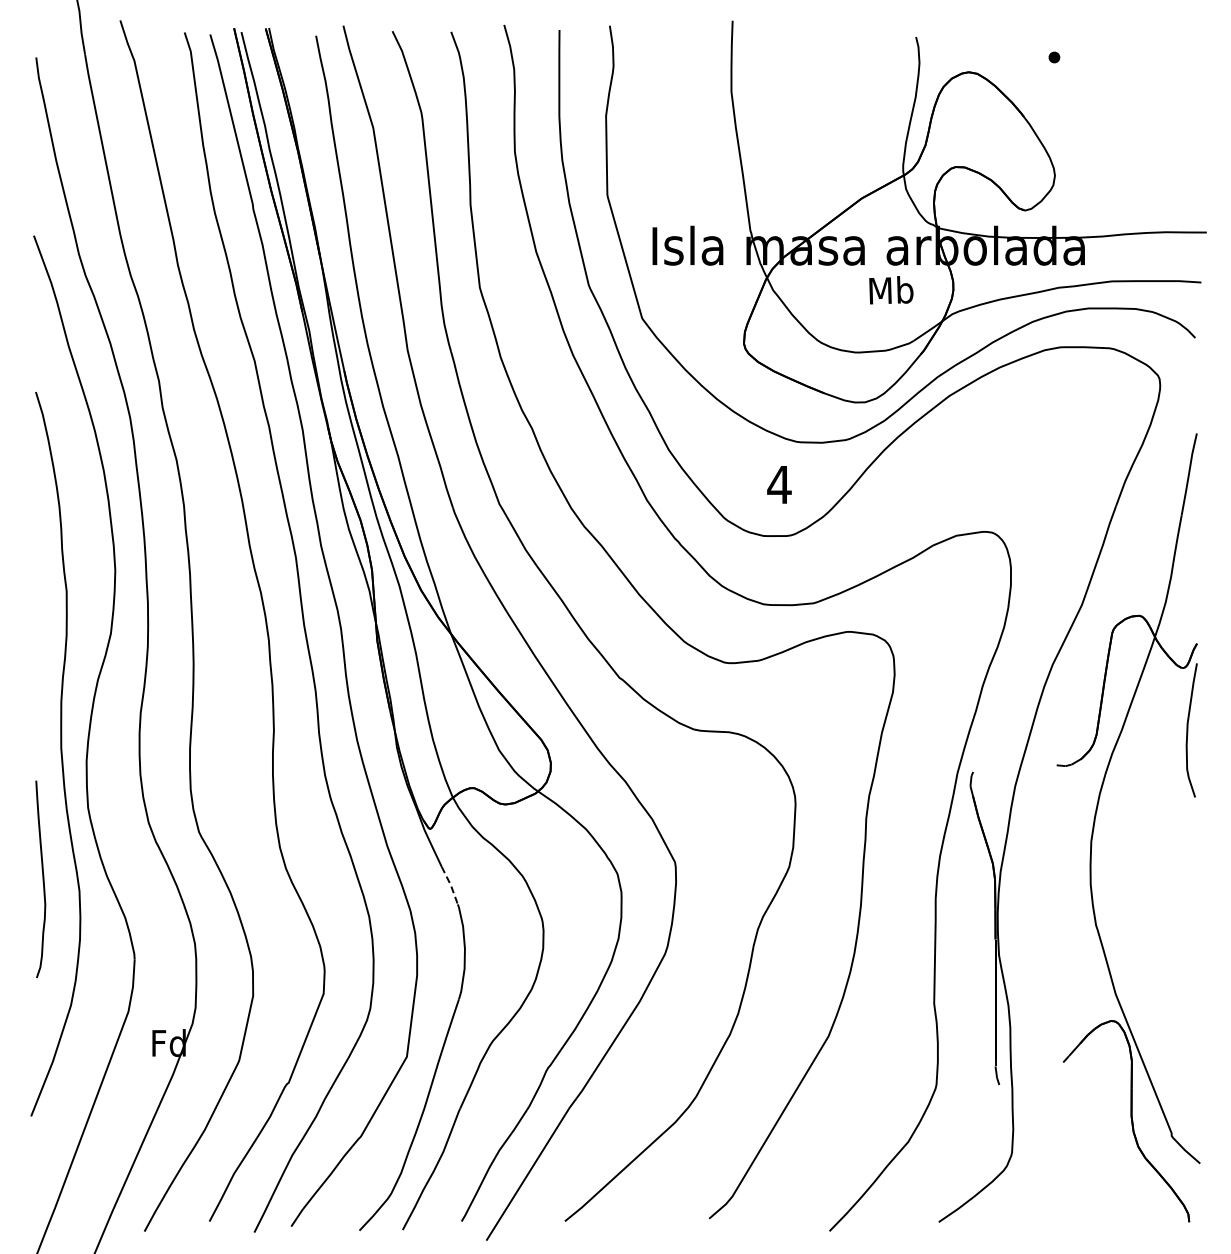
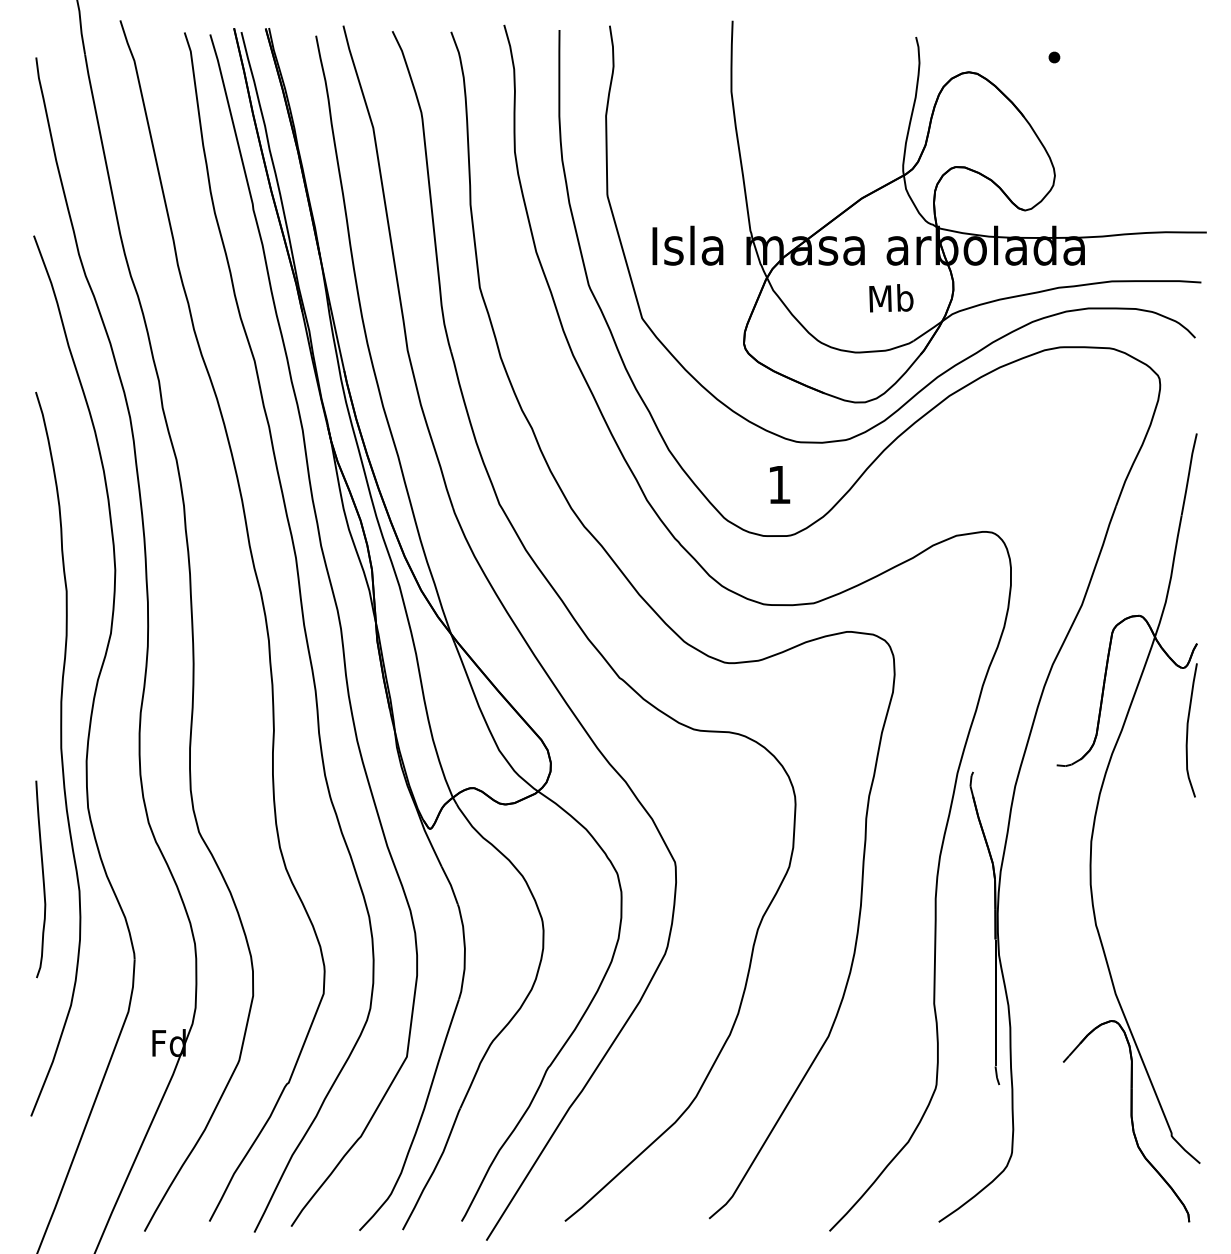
text at (891, 290) position: (891, 290) -> (891, 298)
text at (779, 484): 4 -> 1
line at (450, 885): dashed -> solid
